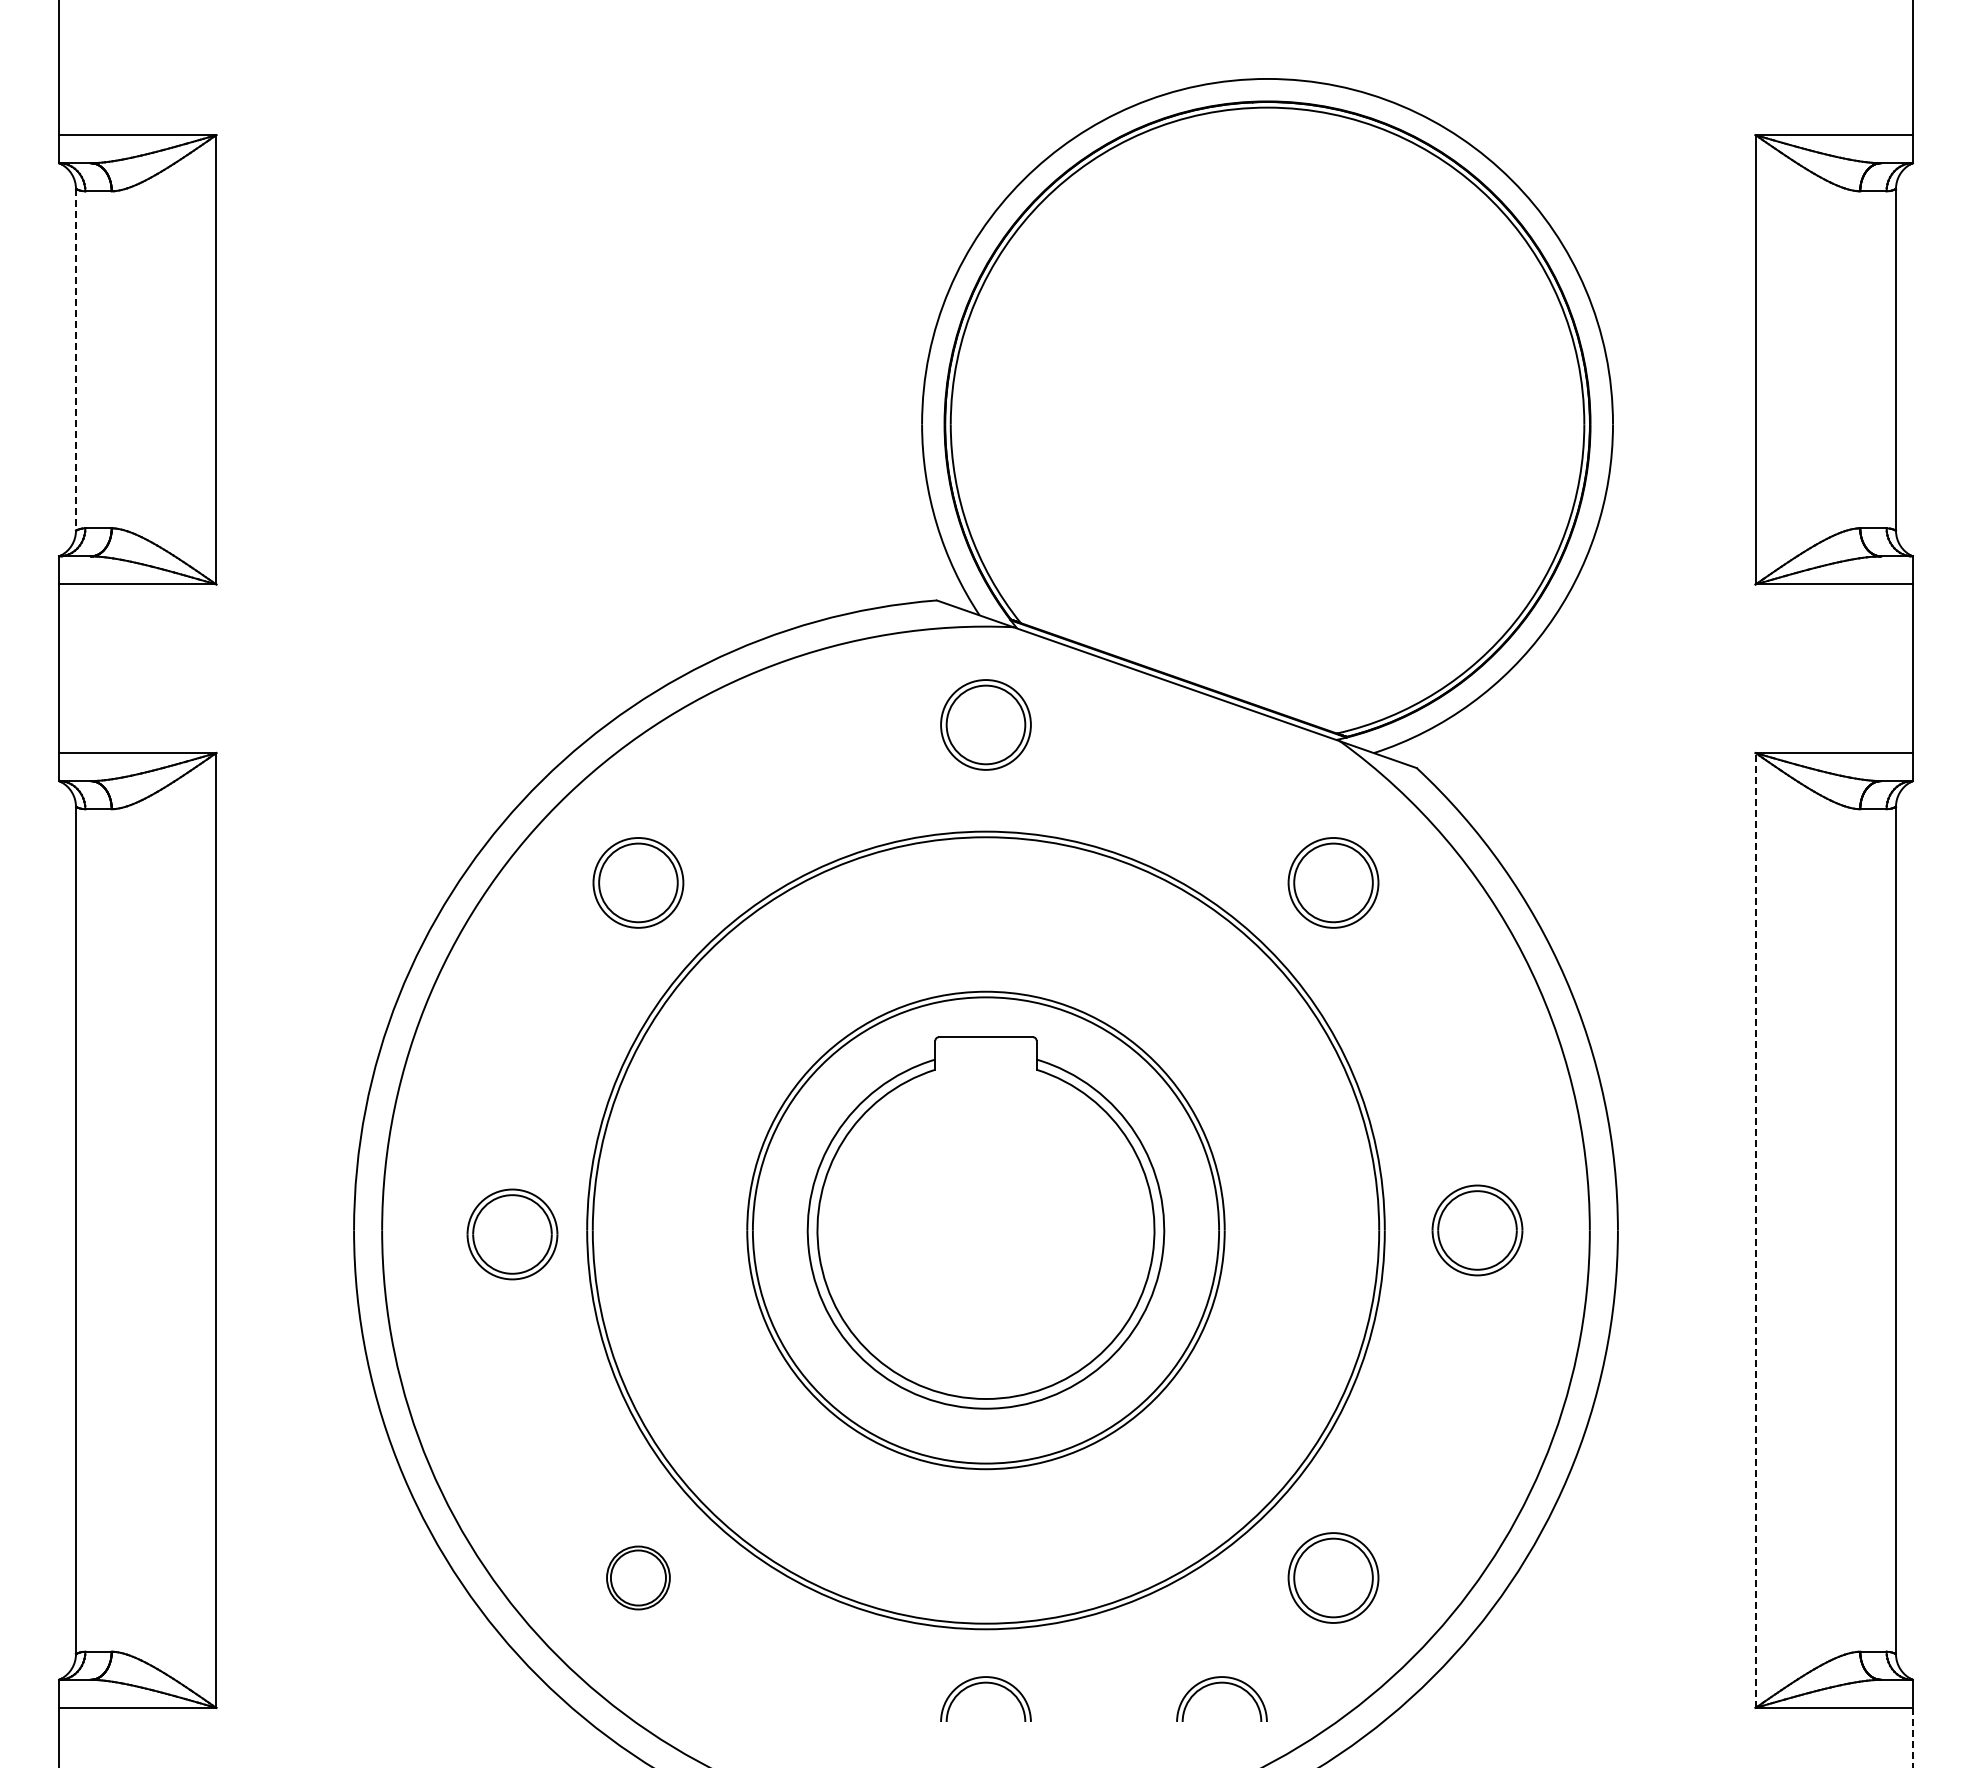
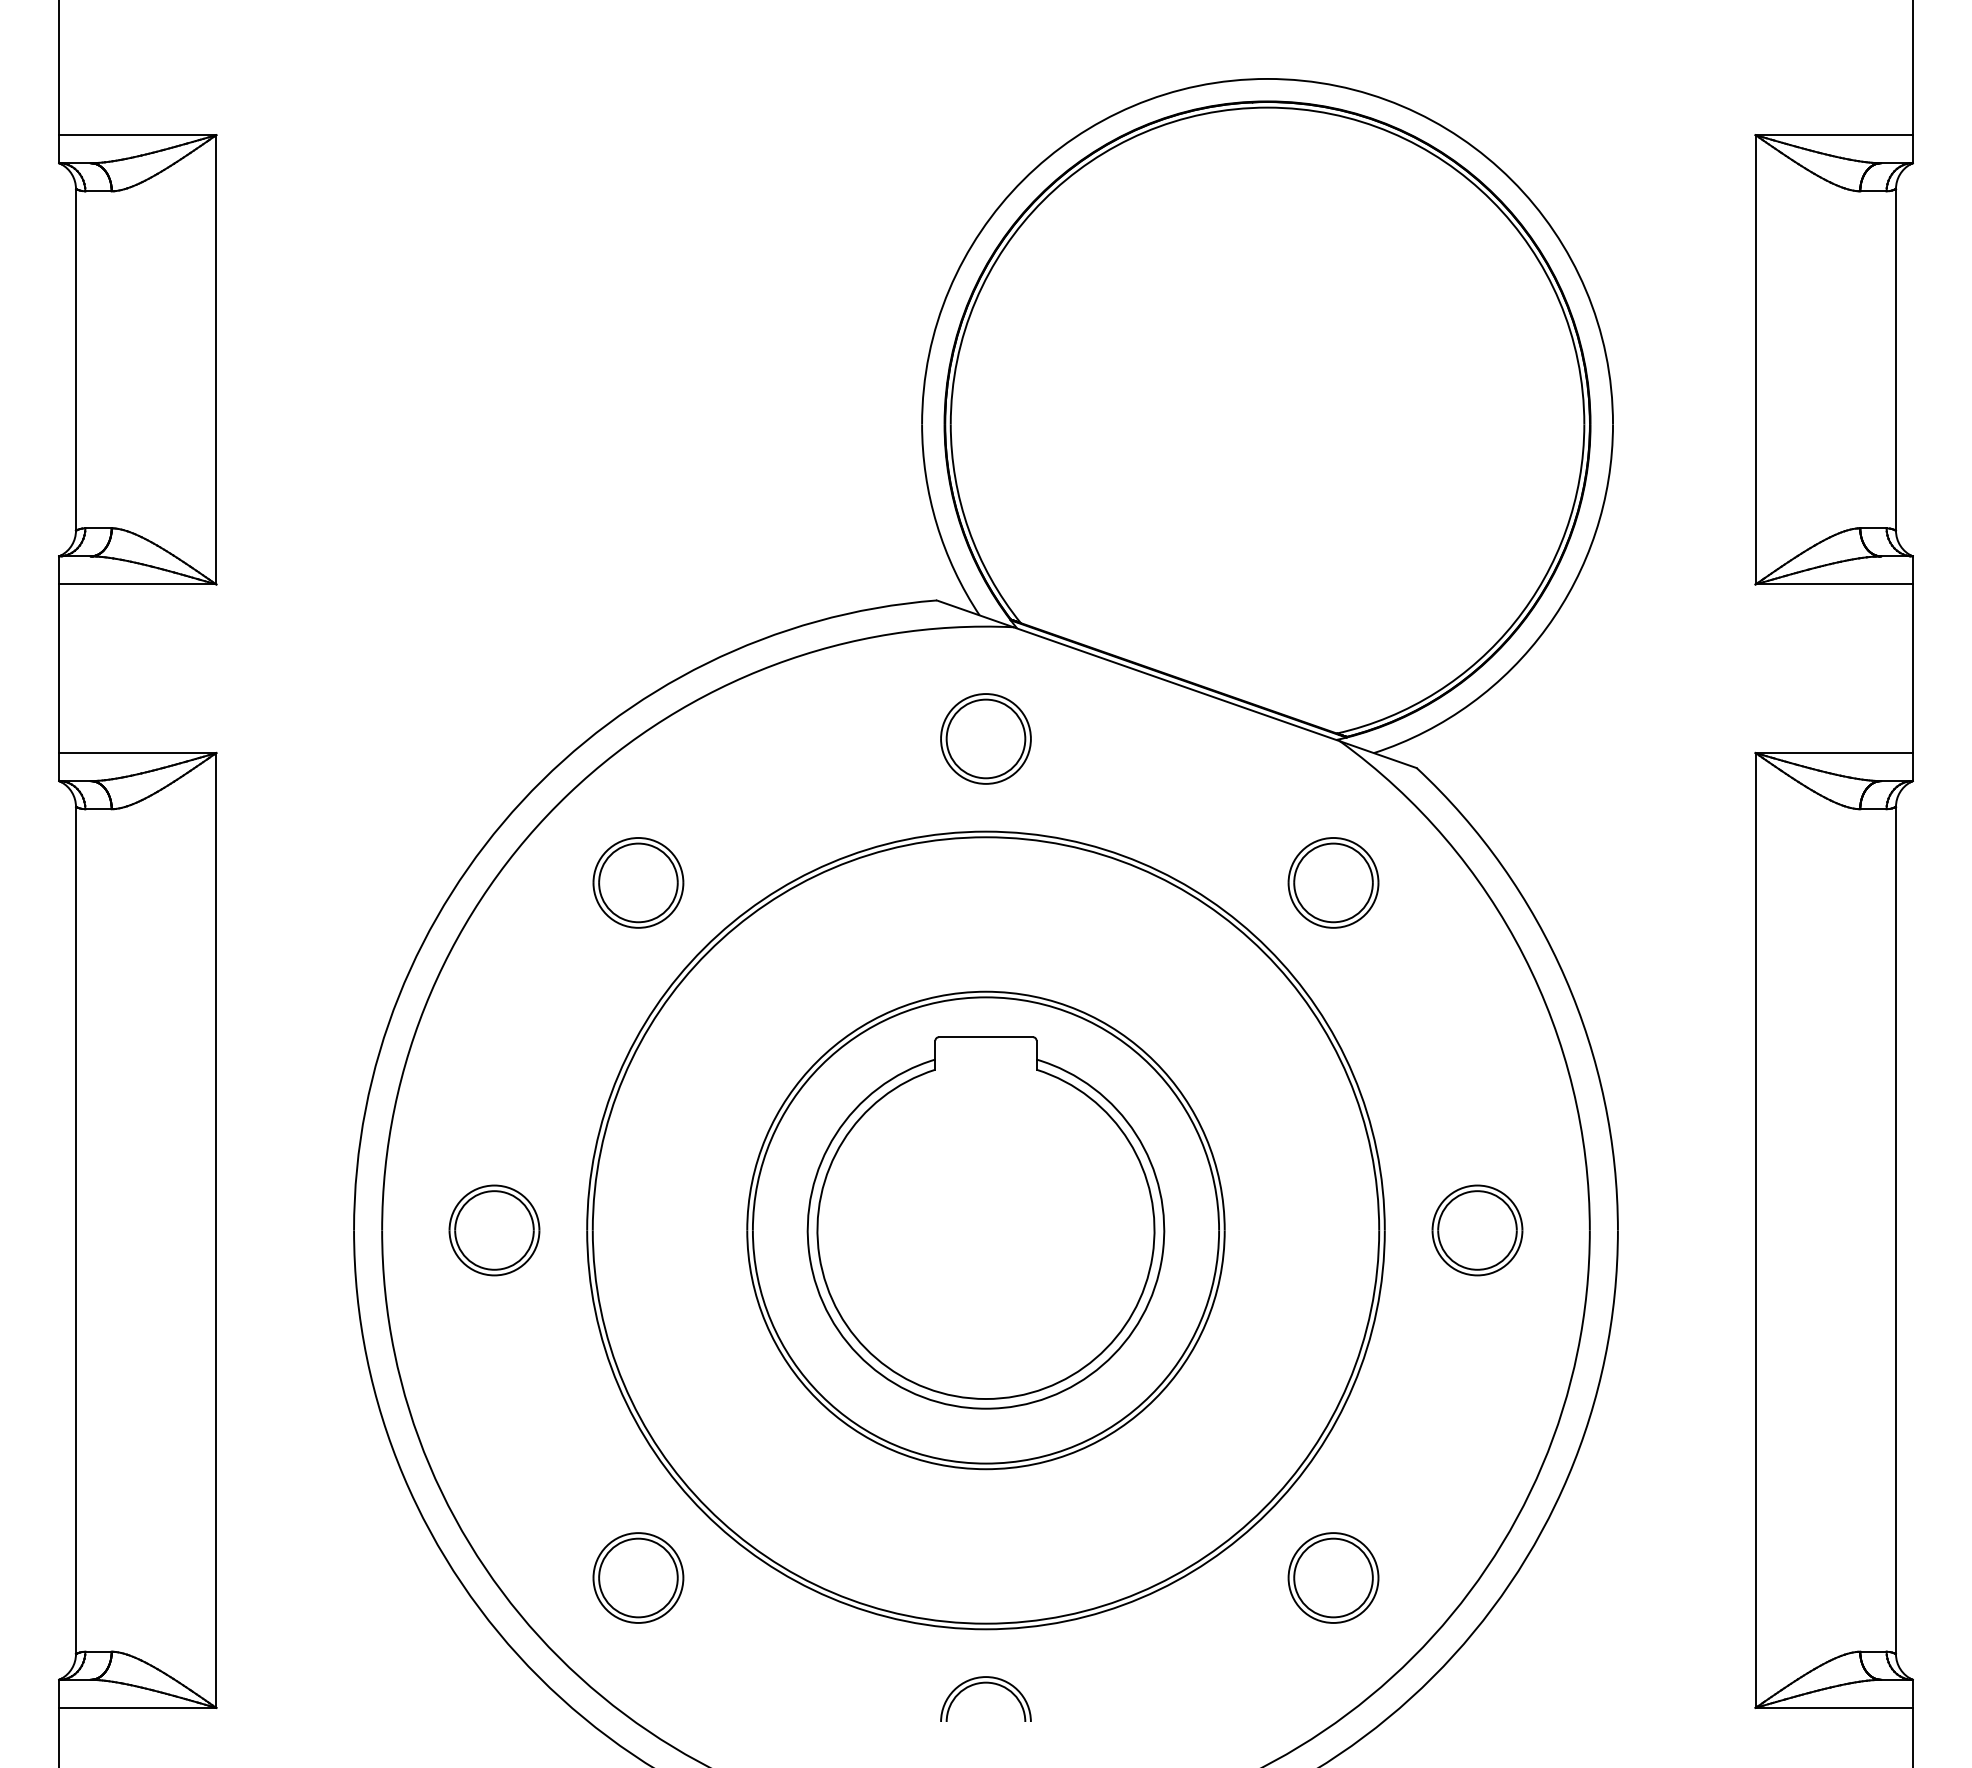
line at (76, 359): dashed -> solid
part at (985, 724) position: (985, 724) -> (985, 738)
line at (1755, 1229): dashed -> solid
part at (512, 1234) position: (512, 1234) -> (494, 1230)
part at (638, 1577) size: 65x66 px -> 93x92 px
part at (1221, 1683): present -> none
line at (1912, 1737): dashed -> solid
